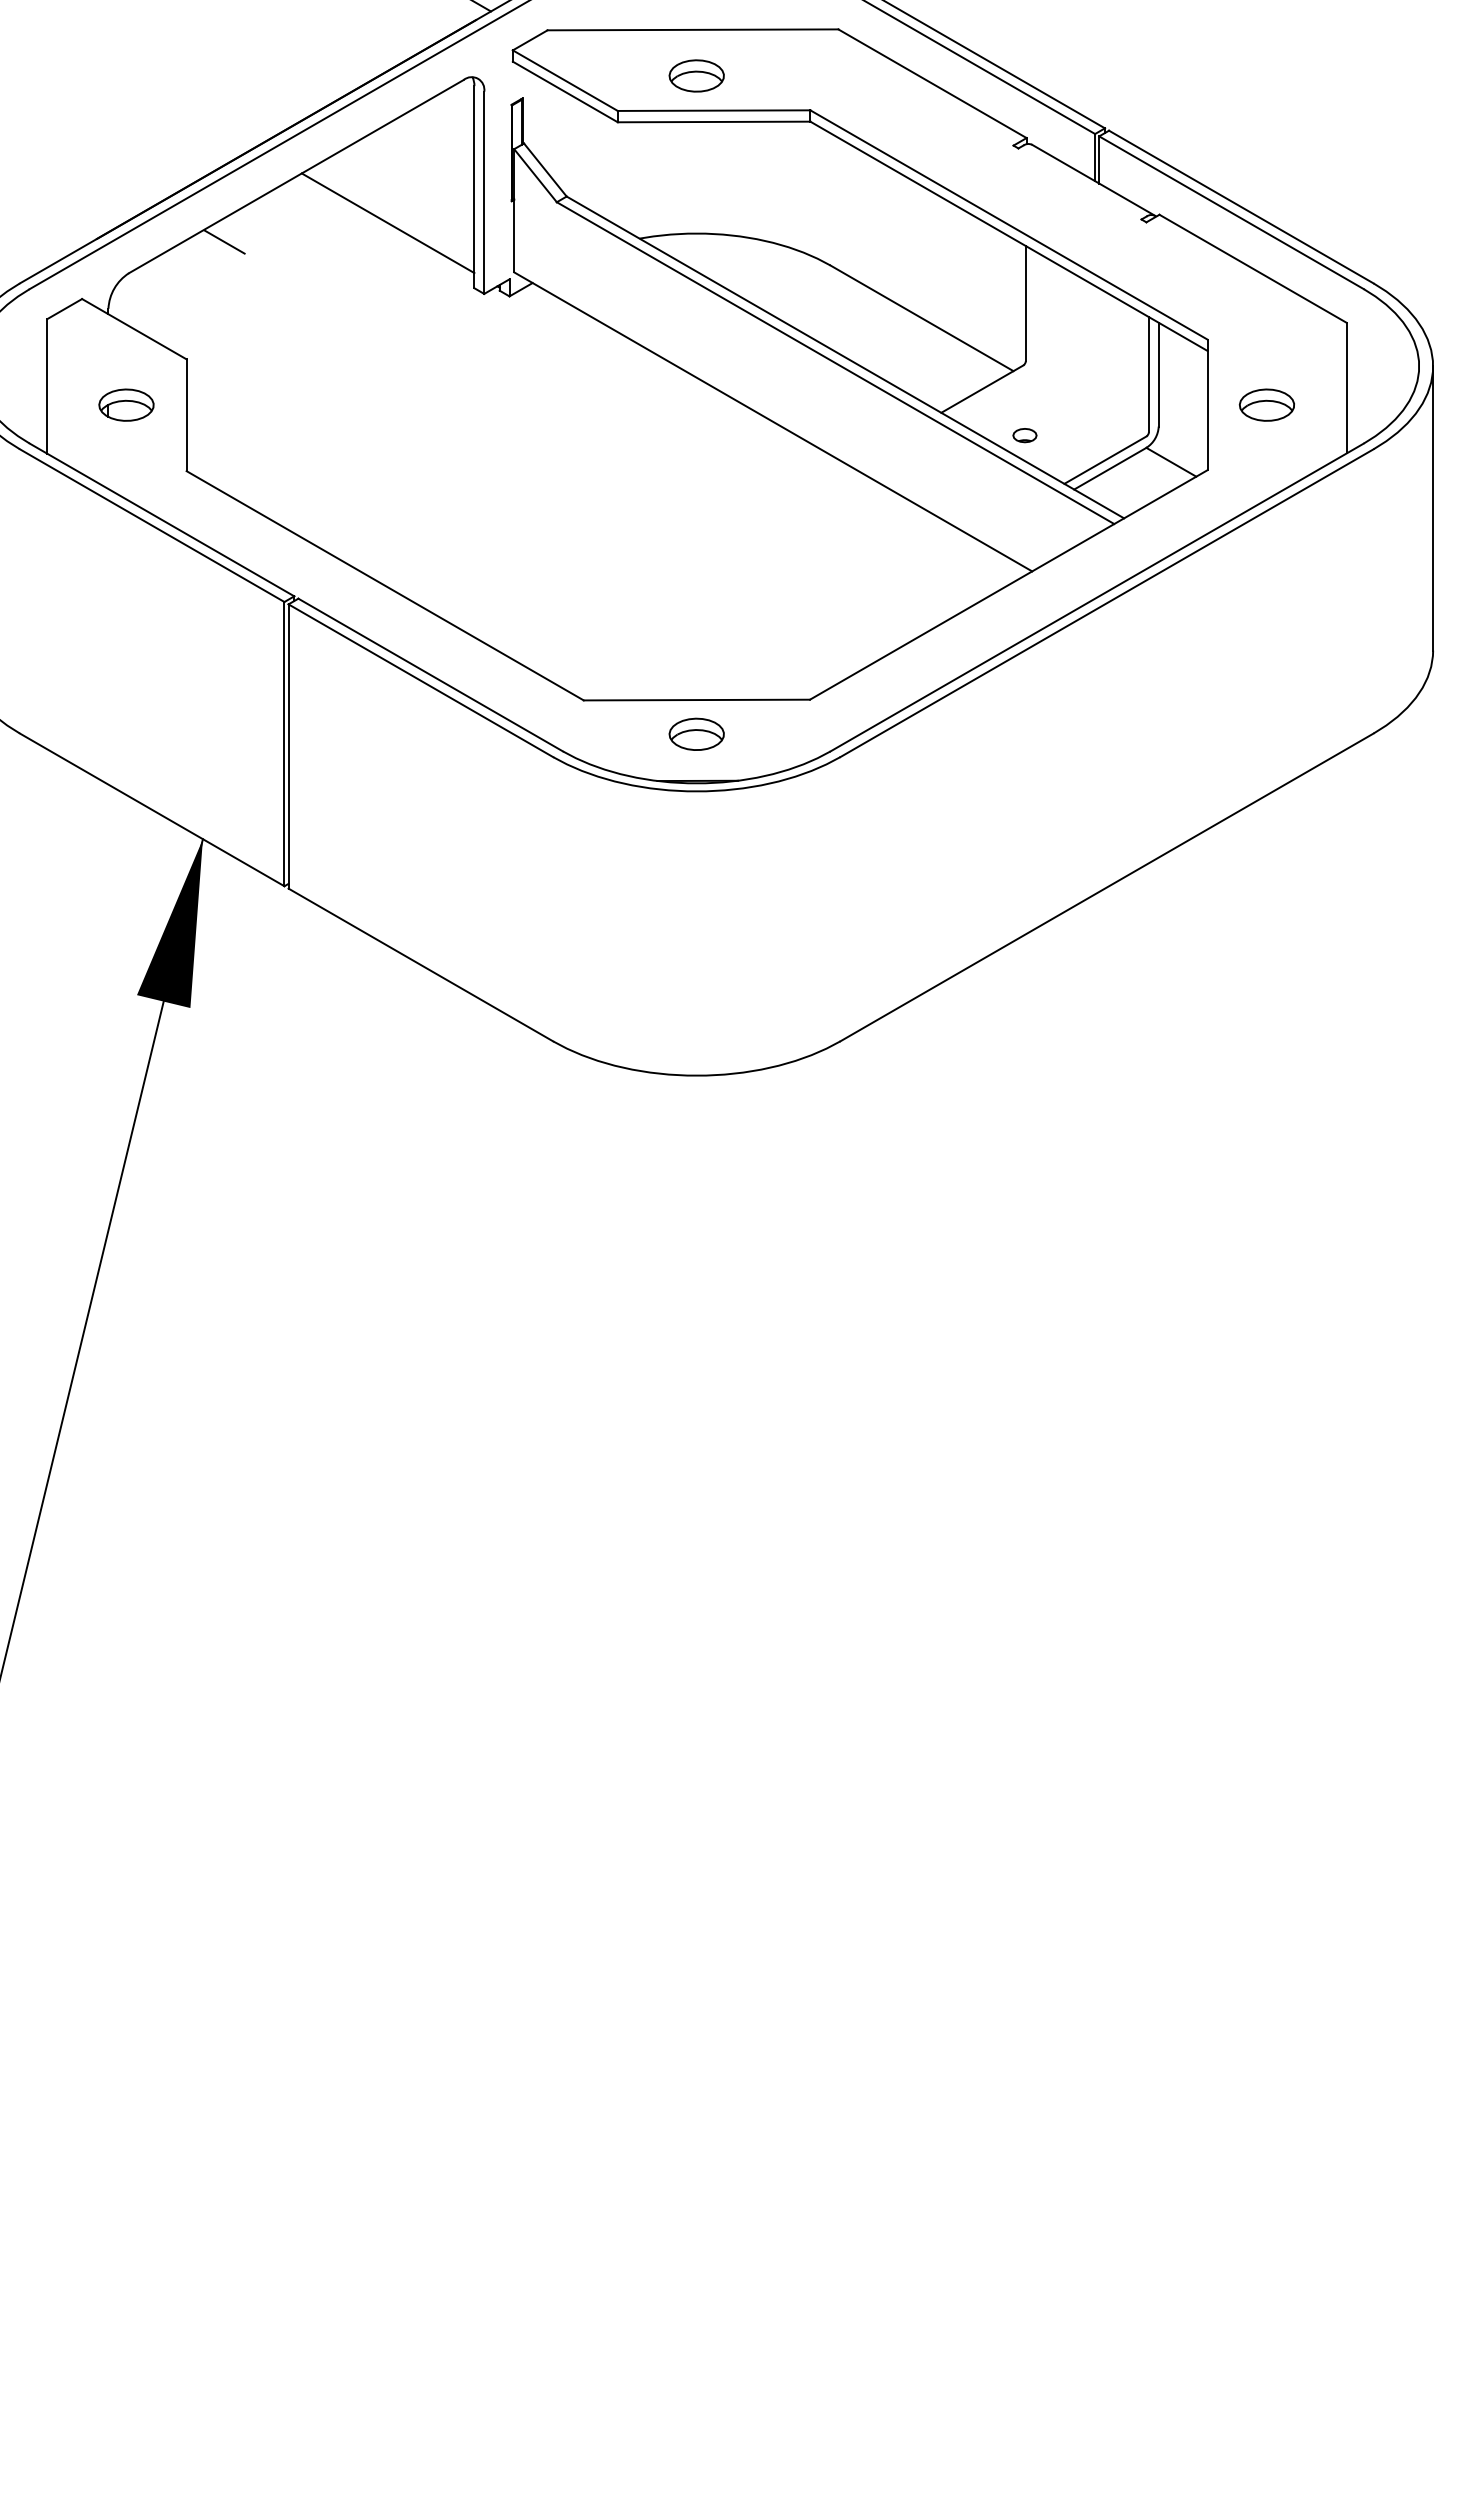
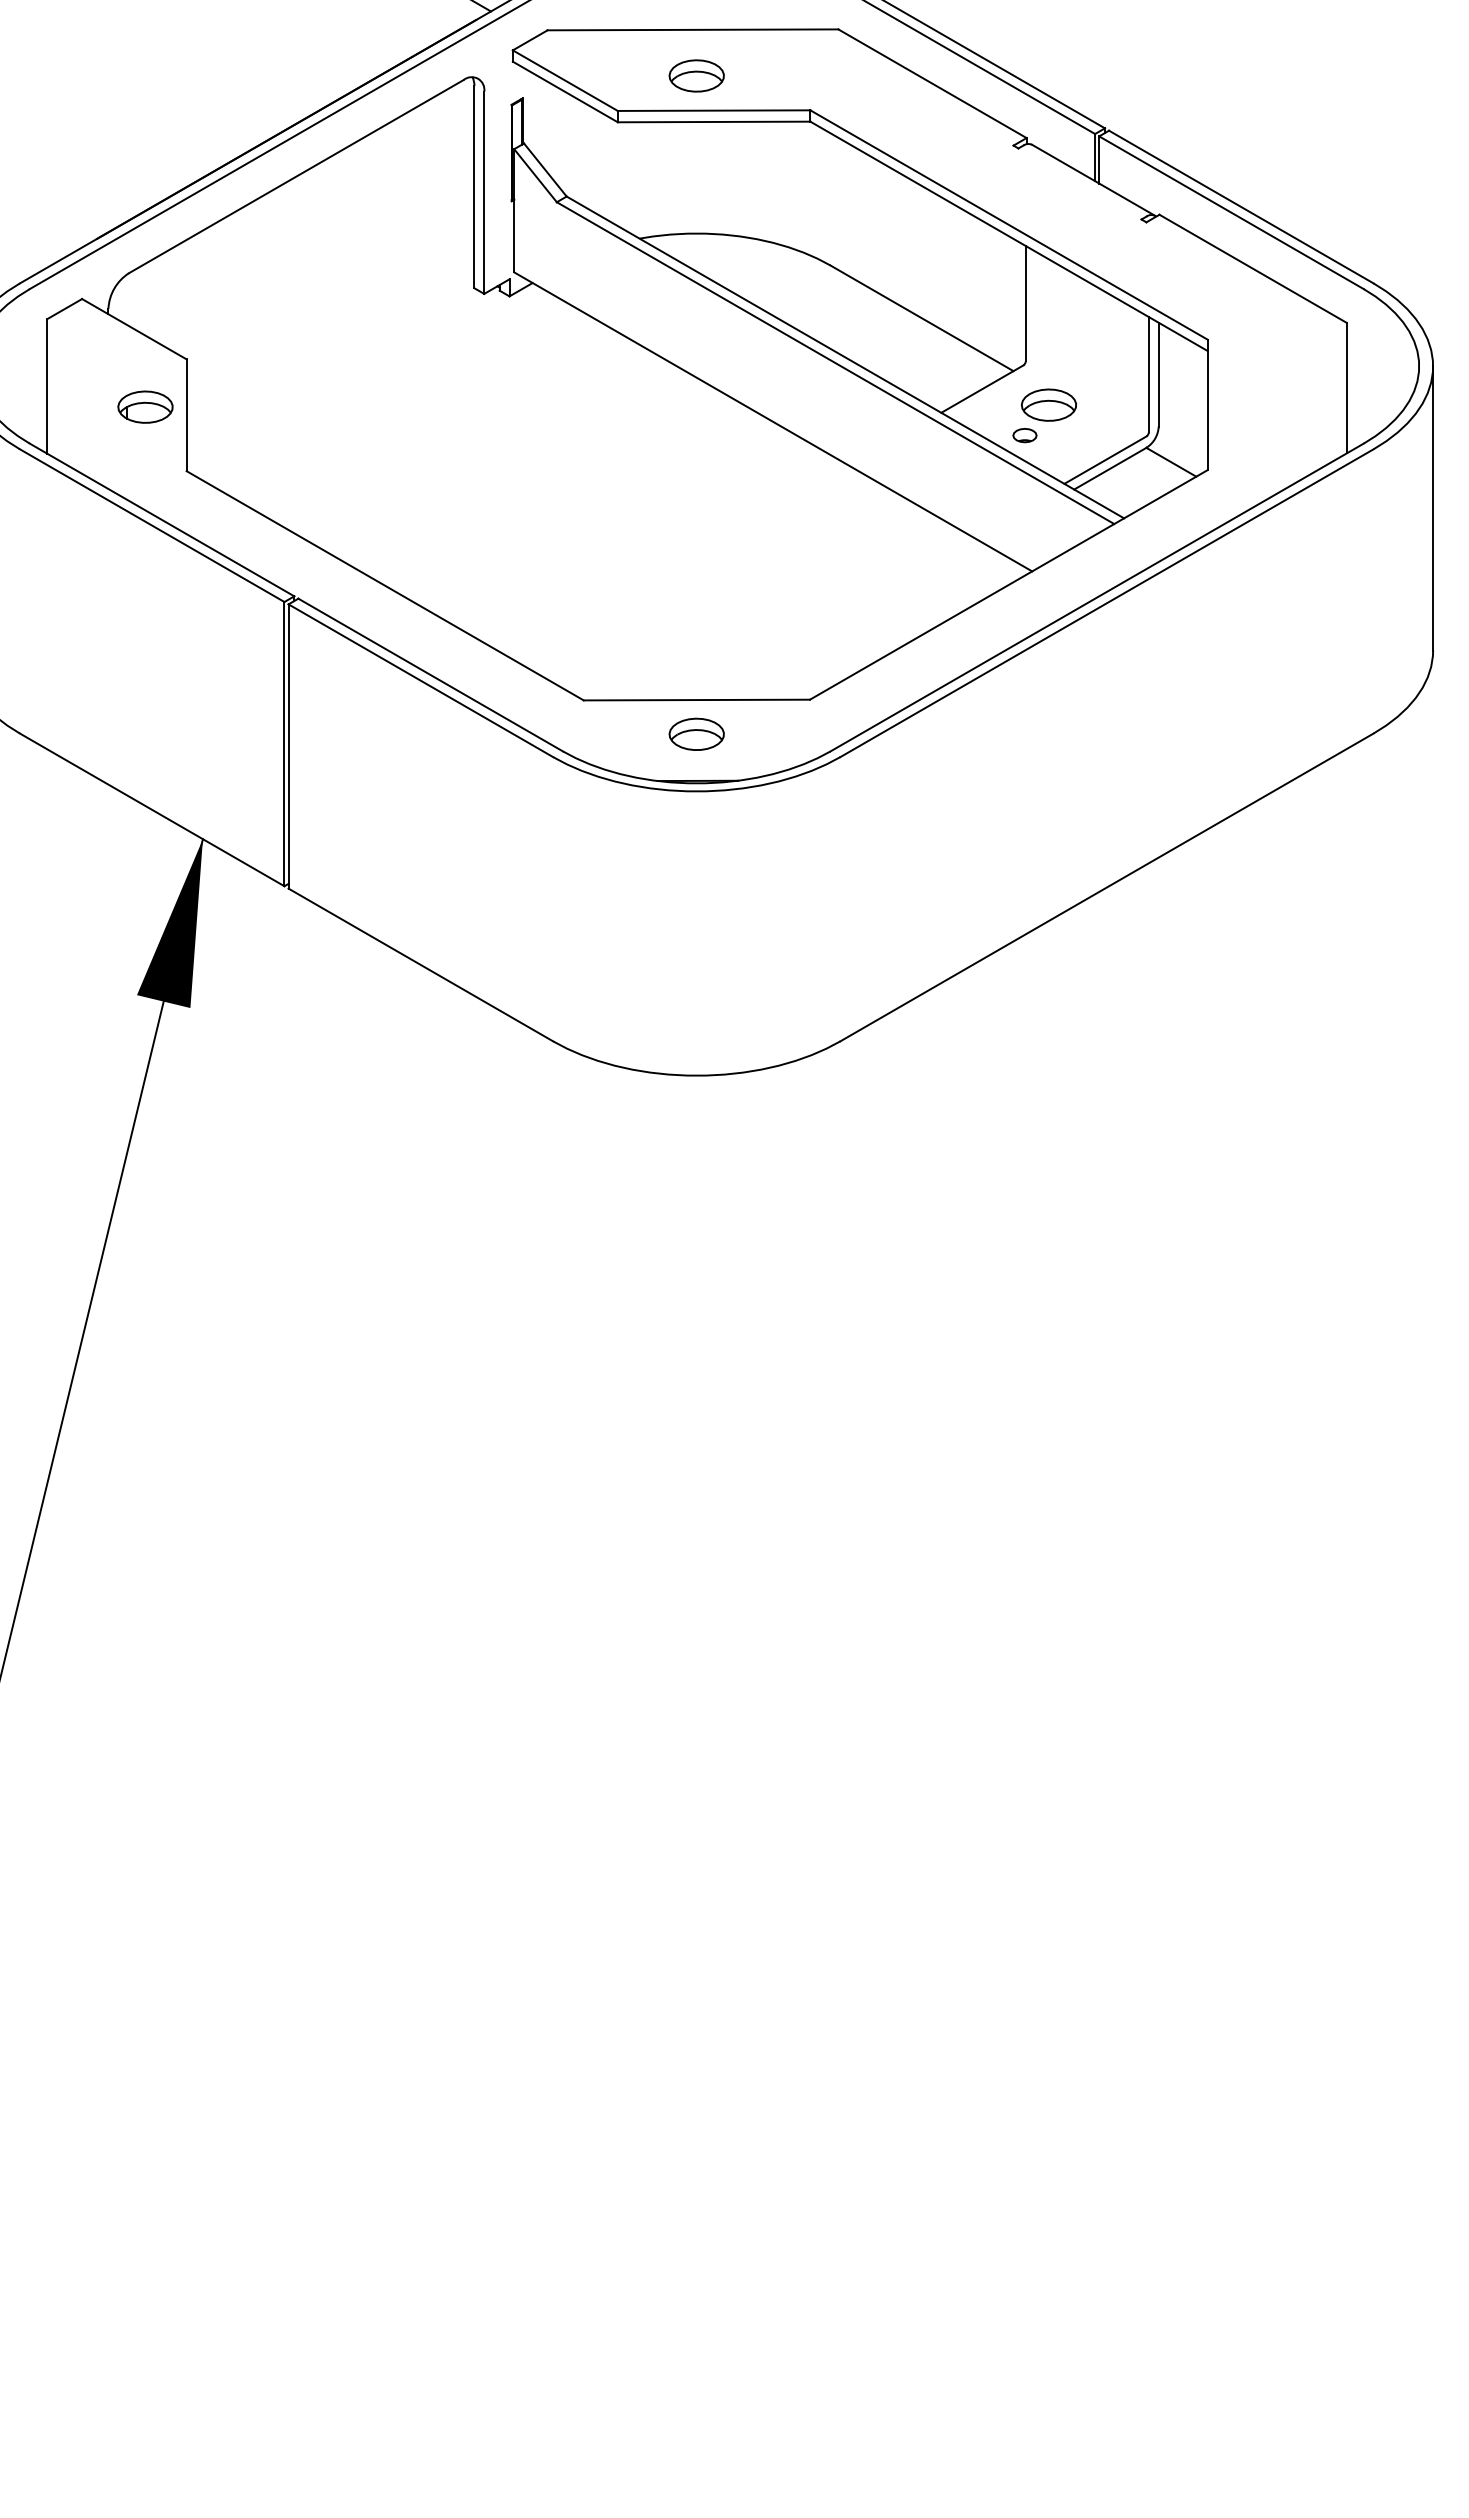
line at (387, 223): present -> none
line at (224, 242): present -> none
part at (126, 404) position: (126, 404) -> (145, 406)
part at (1266, 404) position: (1266, 404) -> (1048, 404)
